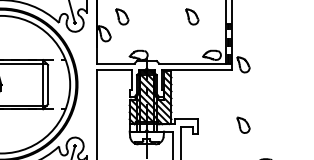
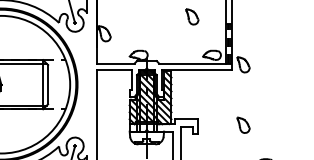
part at (122, 16): present -> none
